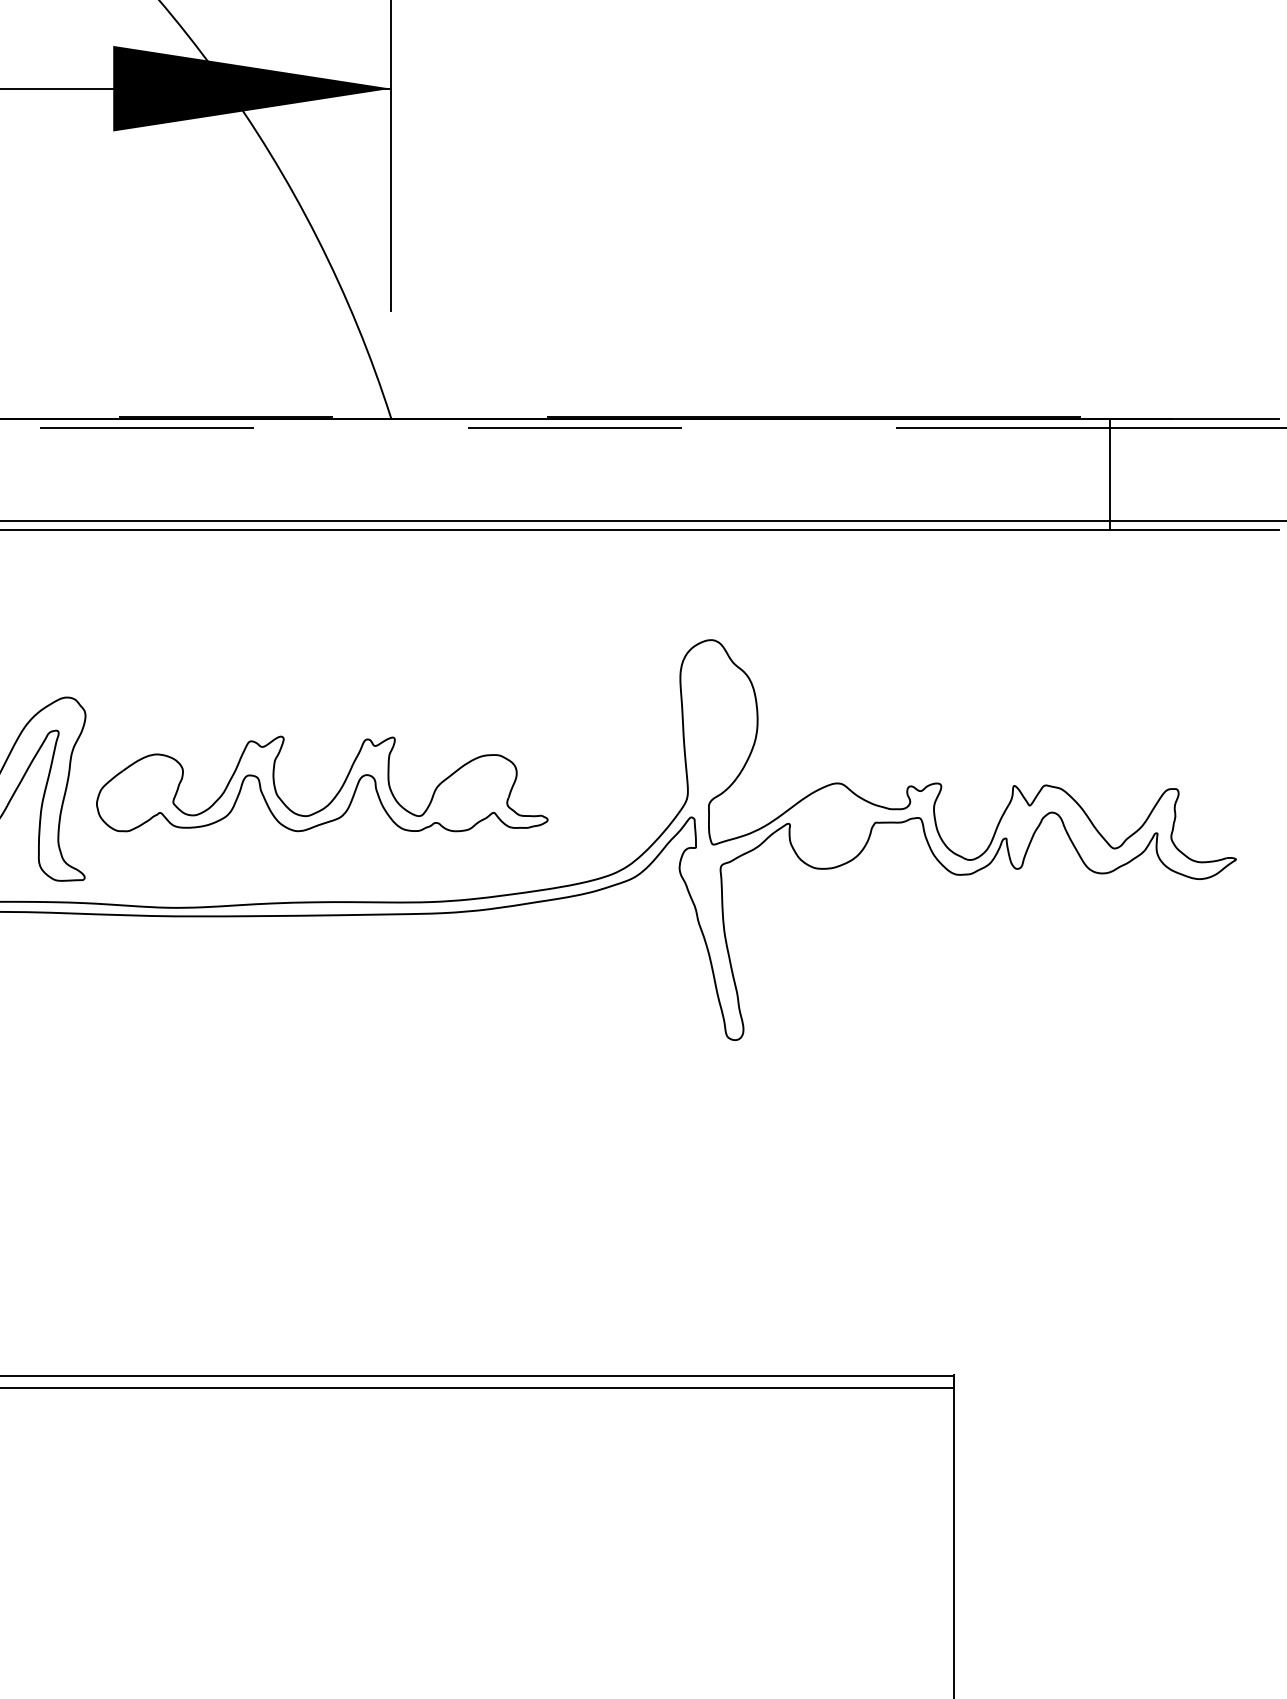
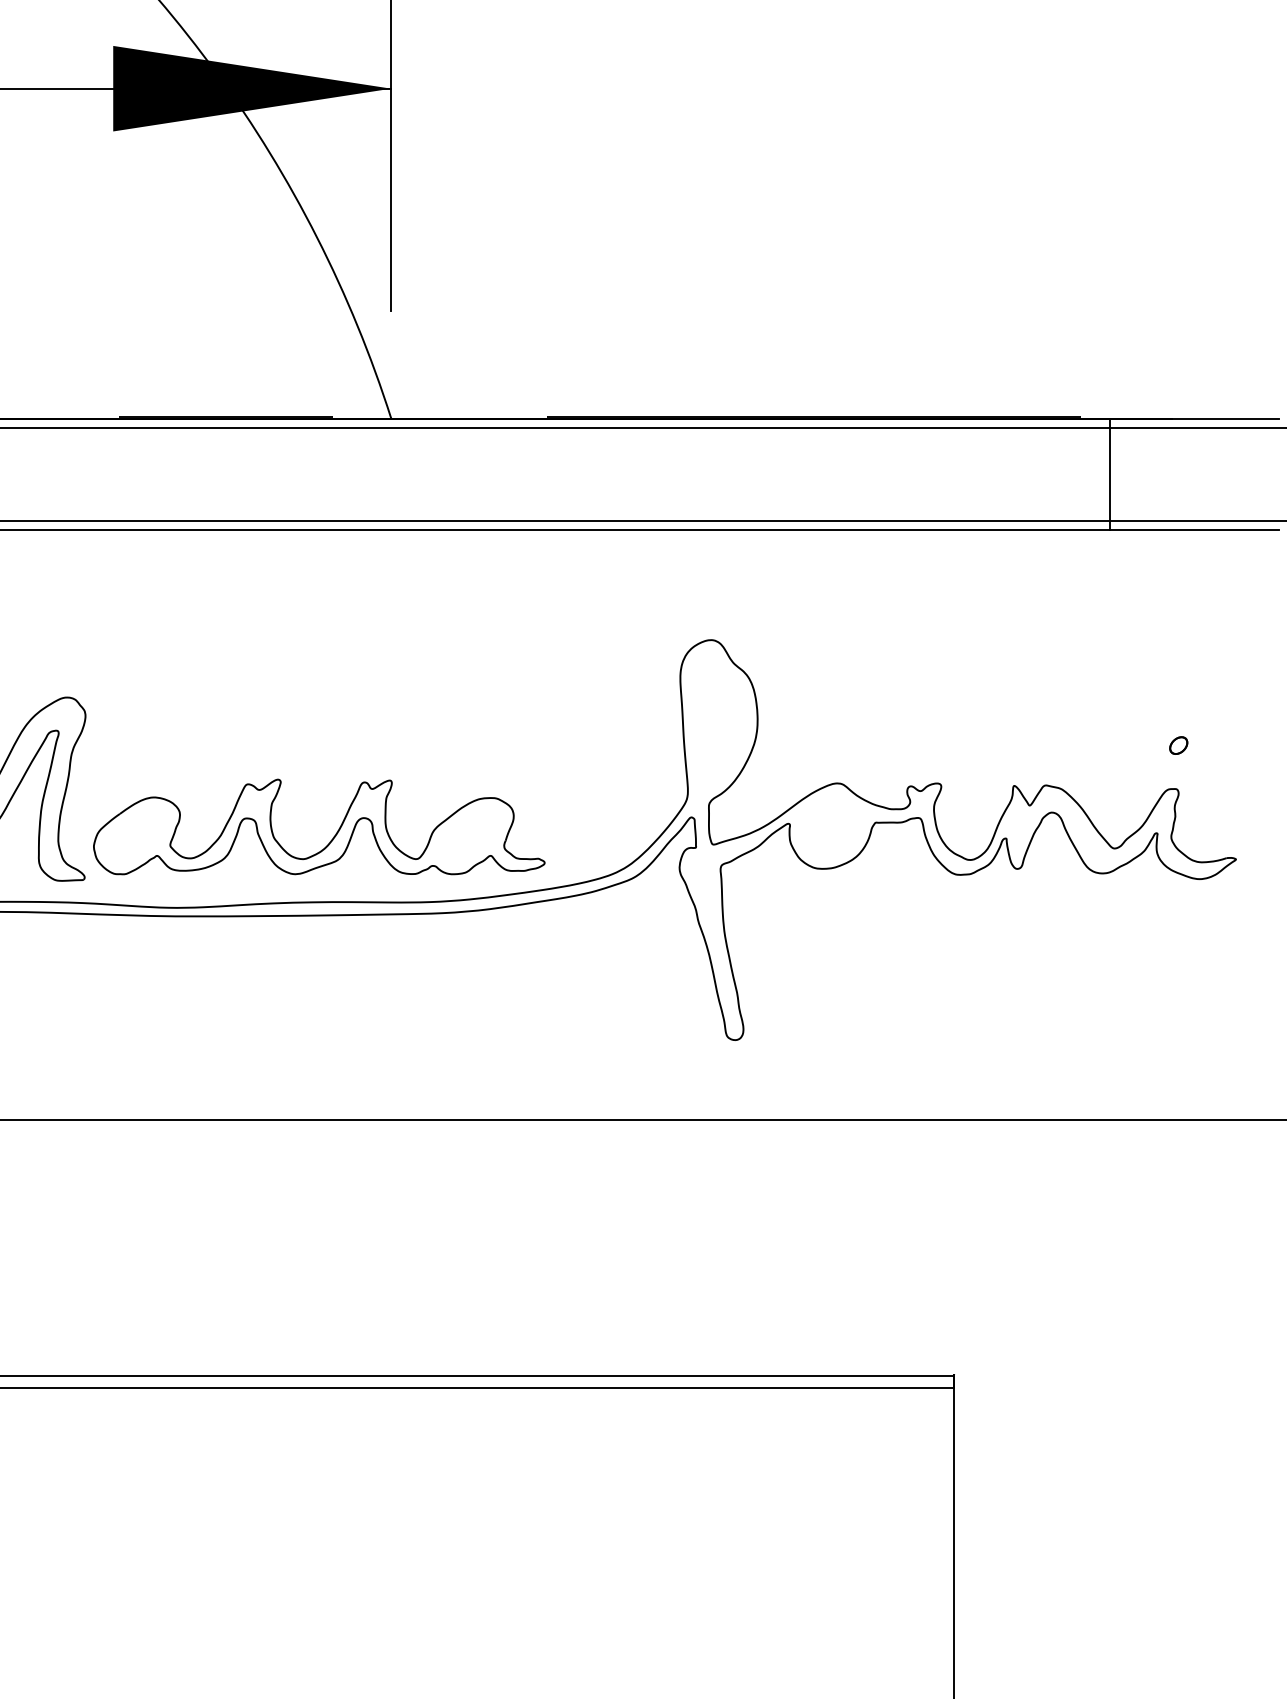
line at (554, 427): dashed -> solid
part at (1178, 745): none -> present
part at (336, 793) position: (336, 793) -> (333, 836)
line at (642, 1120): none -> present
